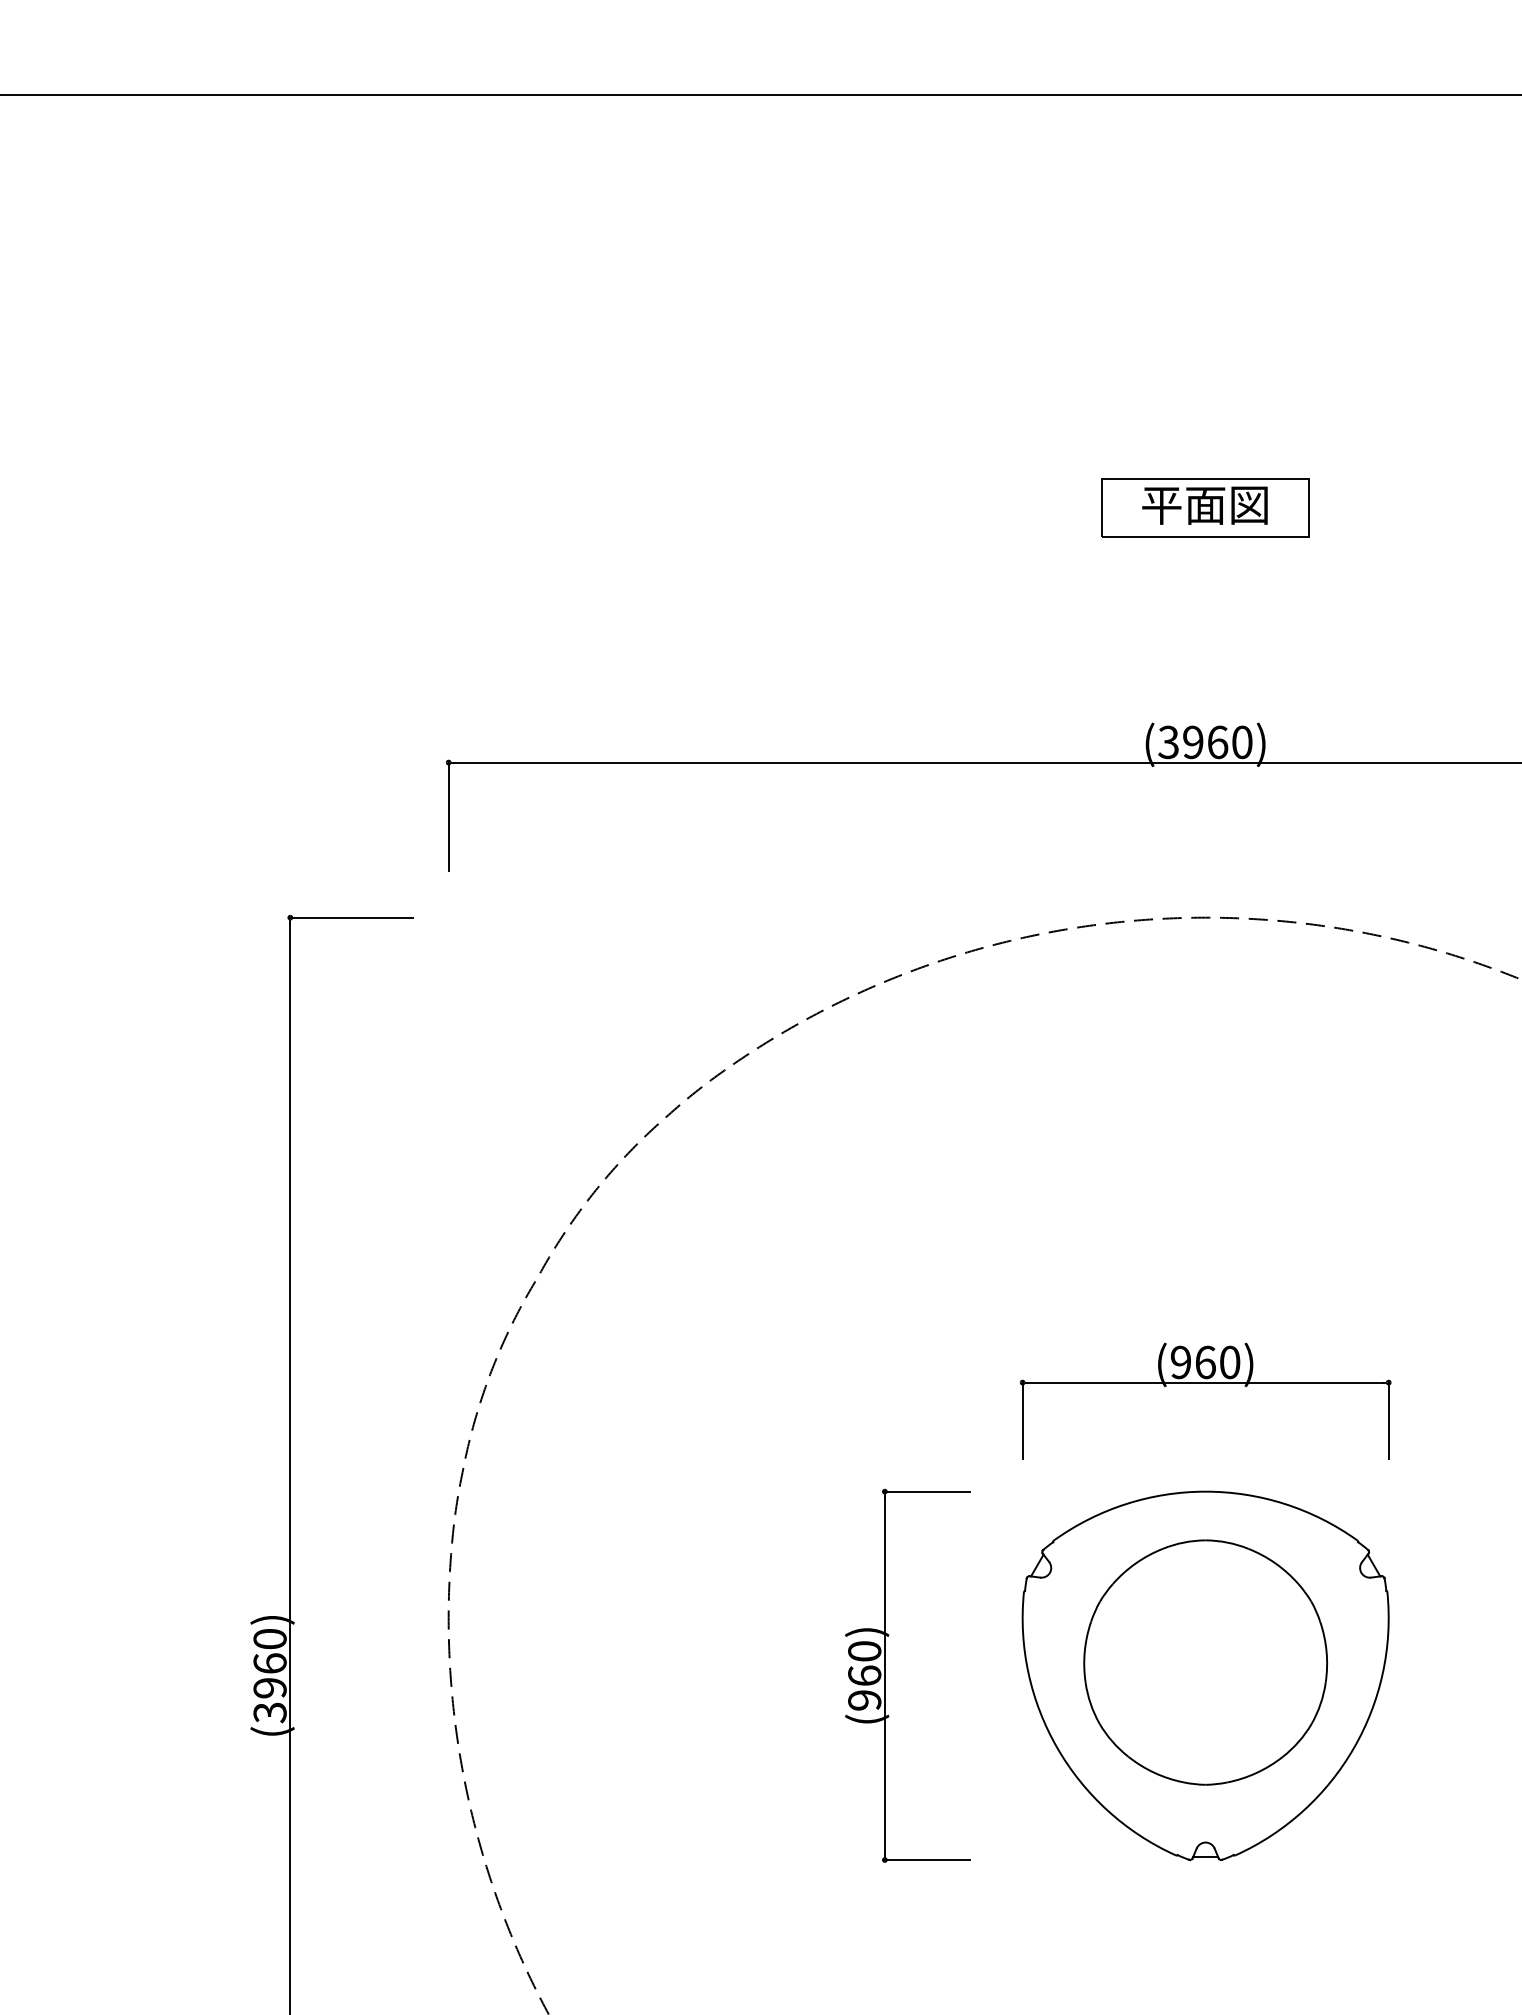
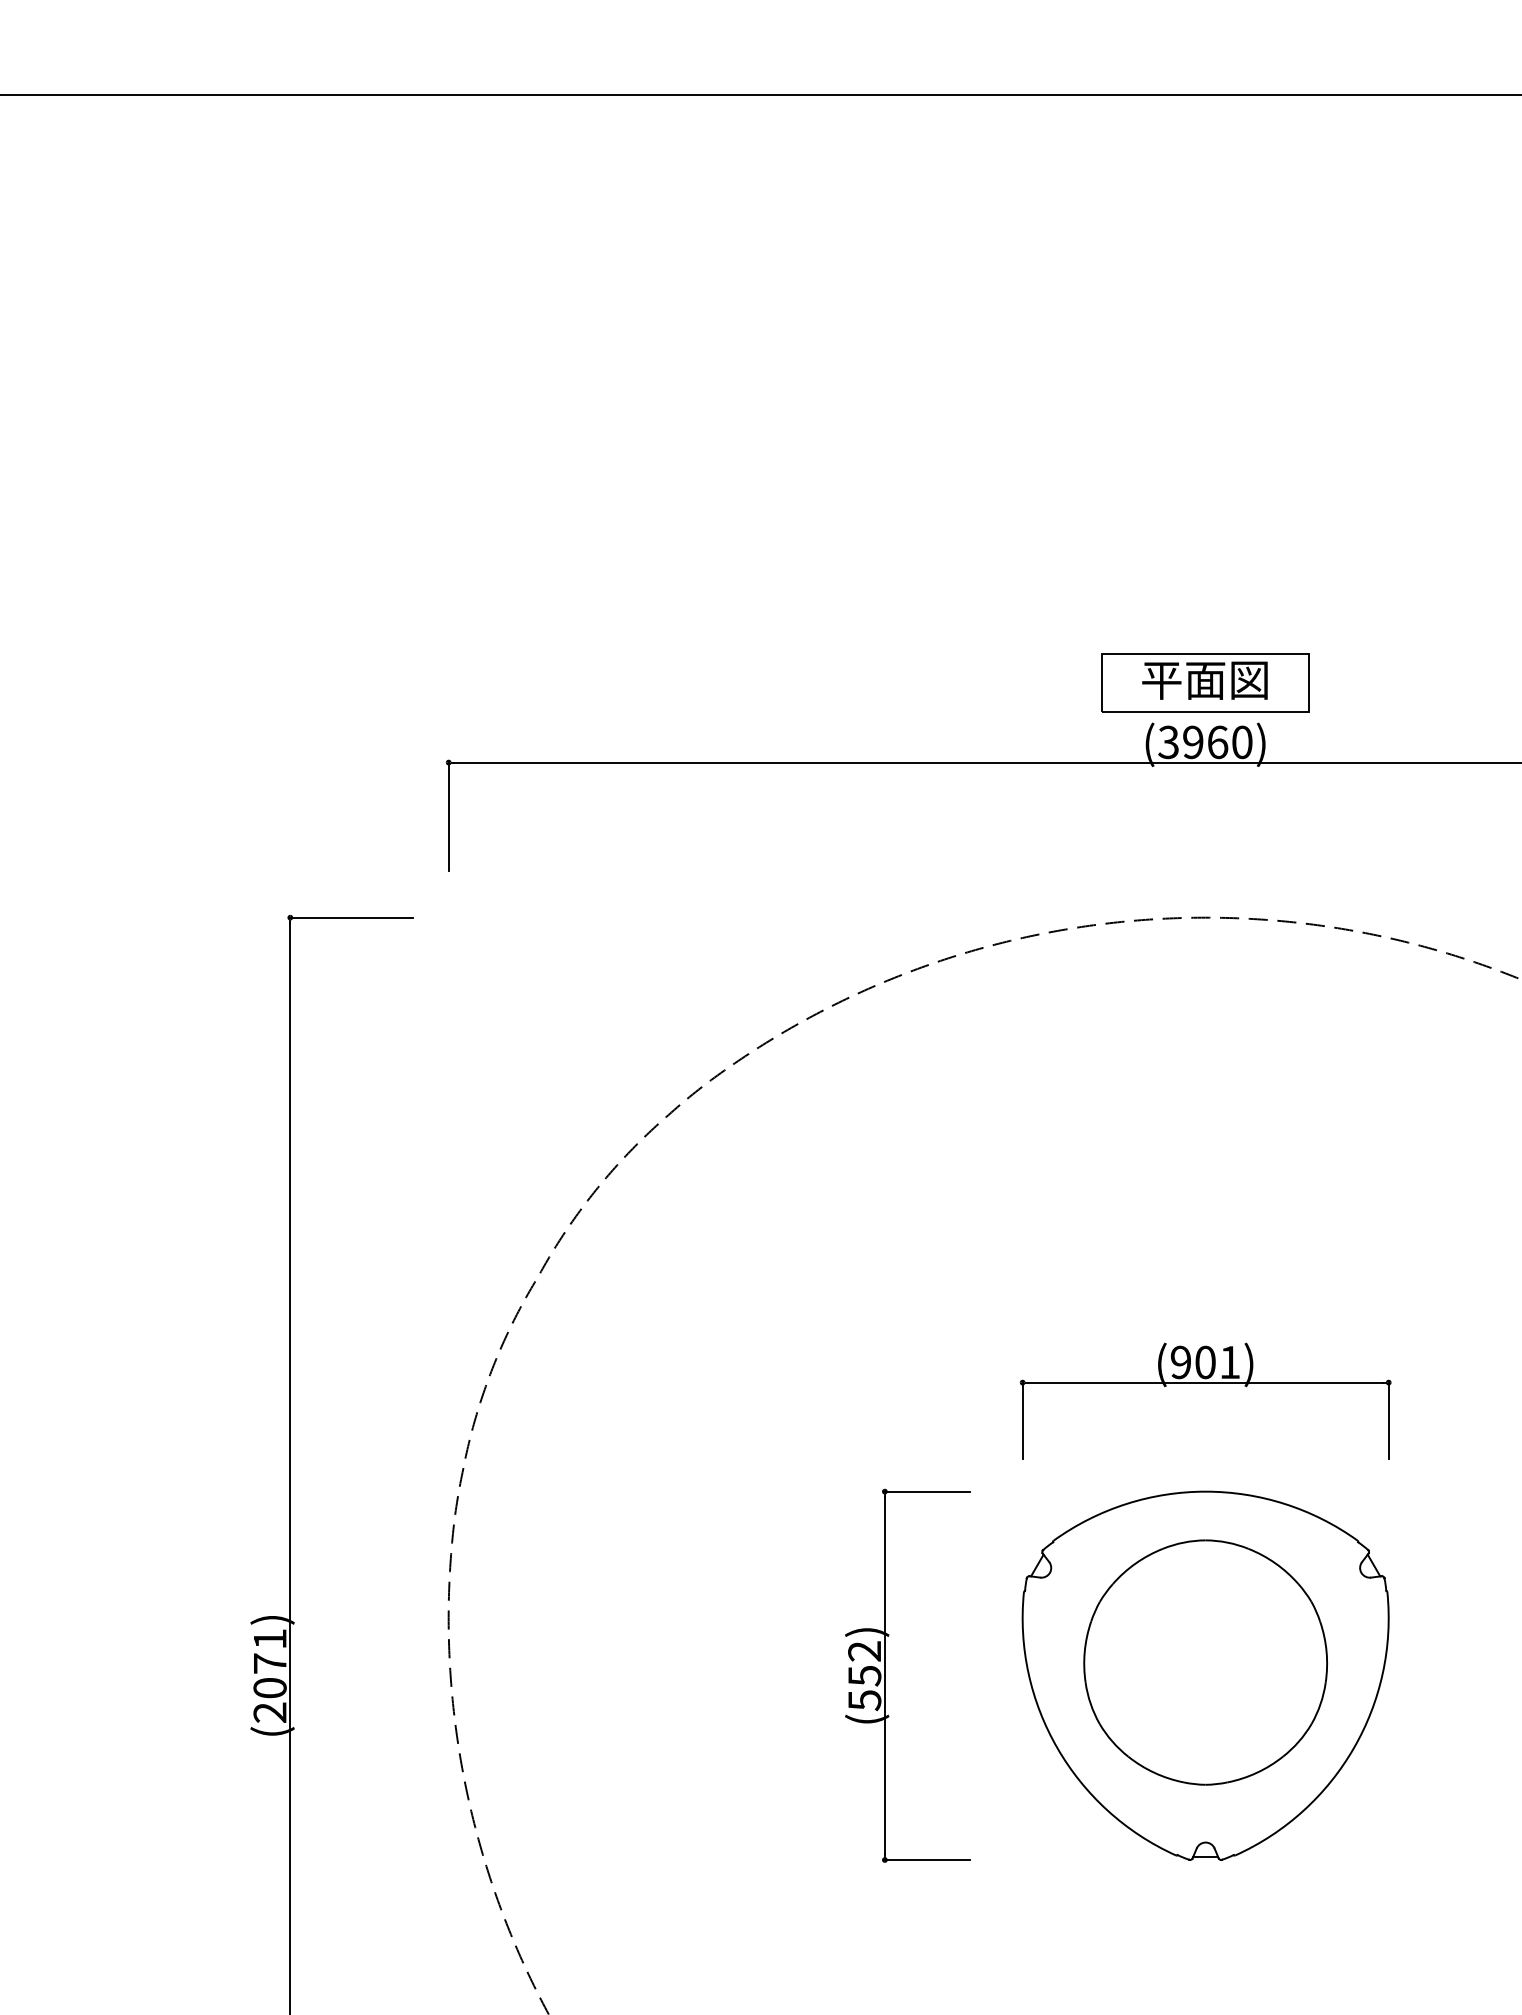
part at (1205, 507) position: (1205, 507) -> (1205, 682)
text at (1217, 1362): (960) -> (901)
text at (269, 1676): (3960) -> (2071)
text at (864, 1676): (960) -> (552)
